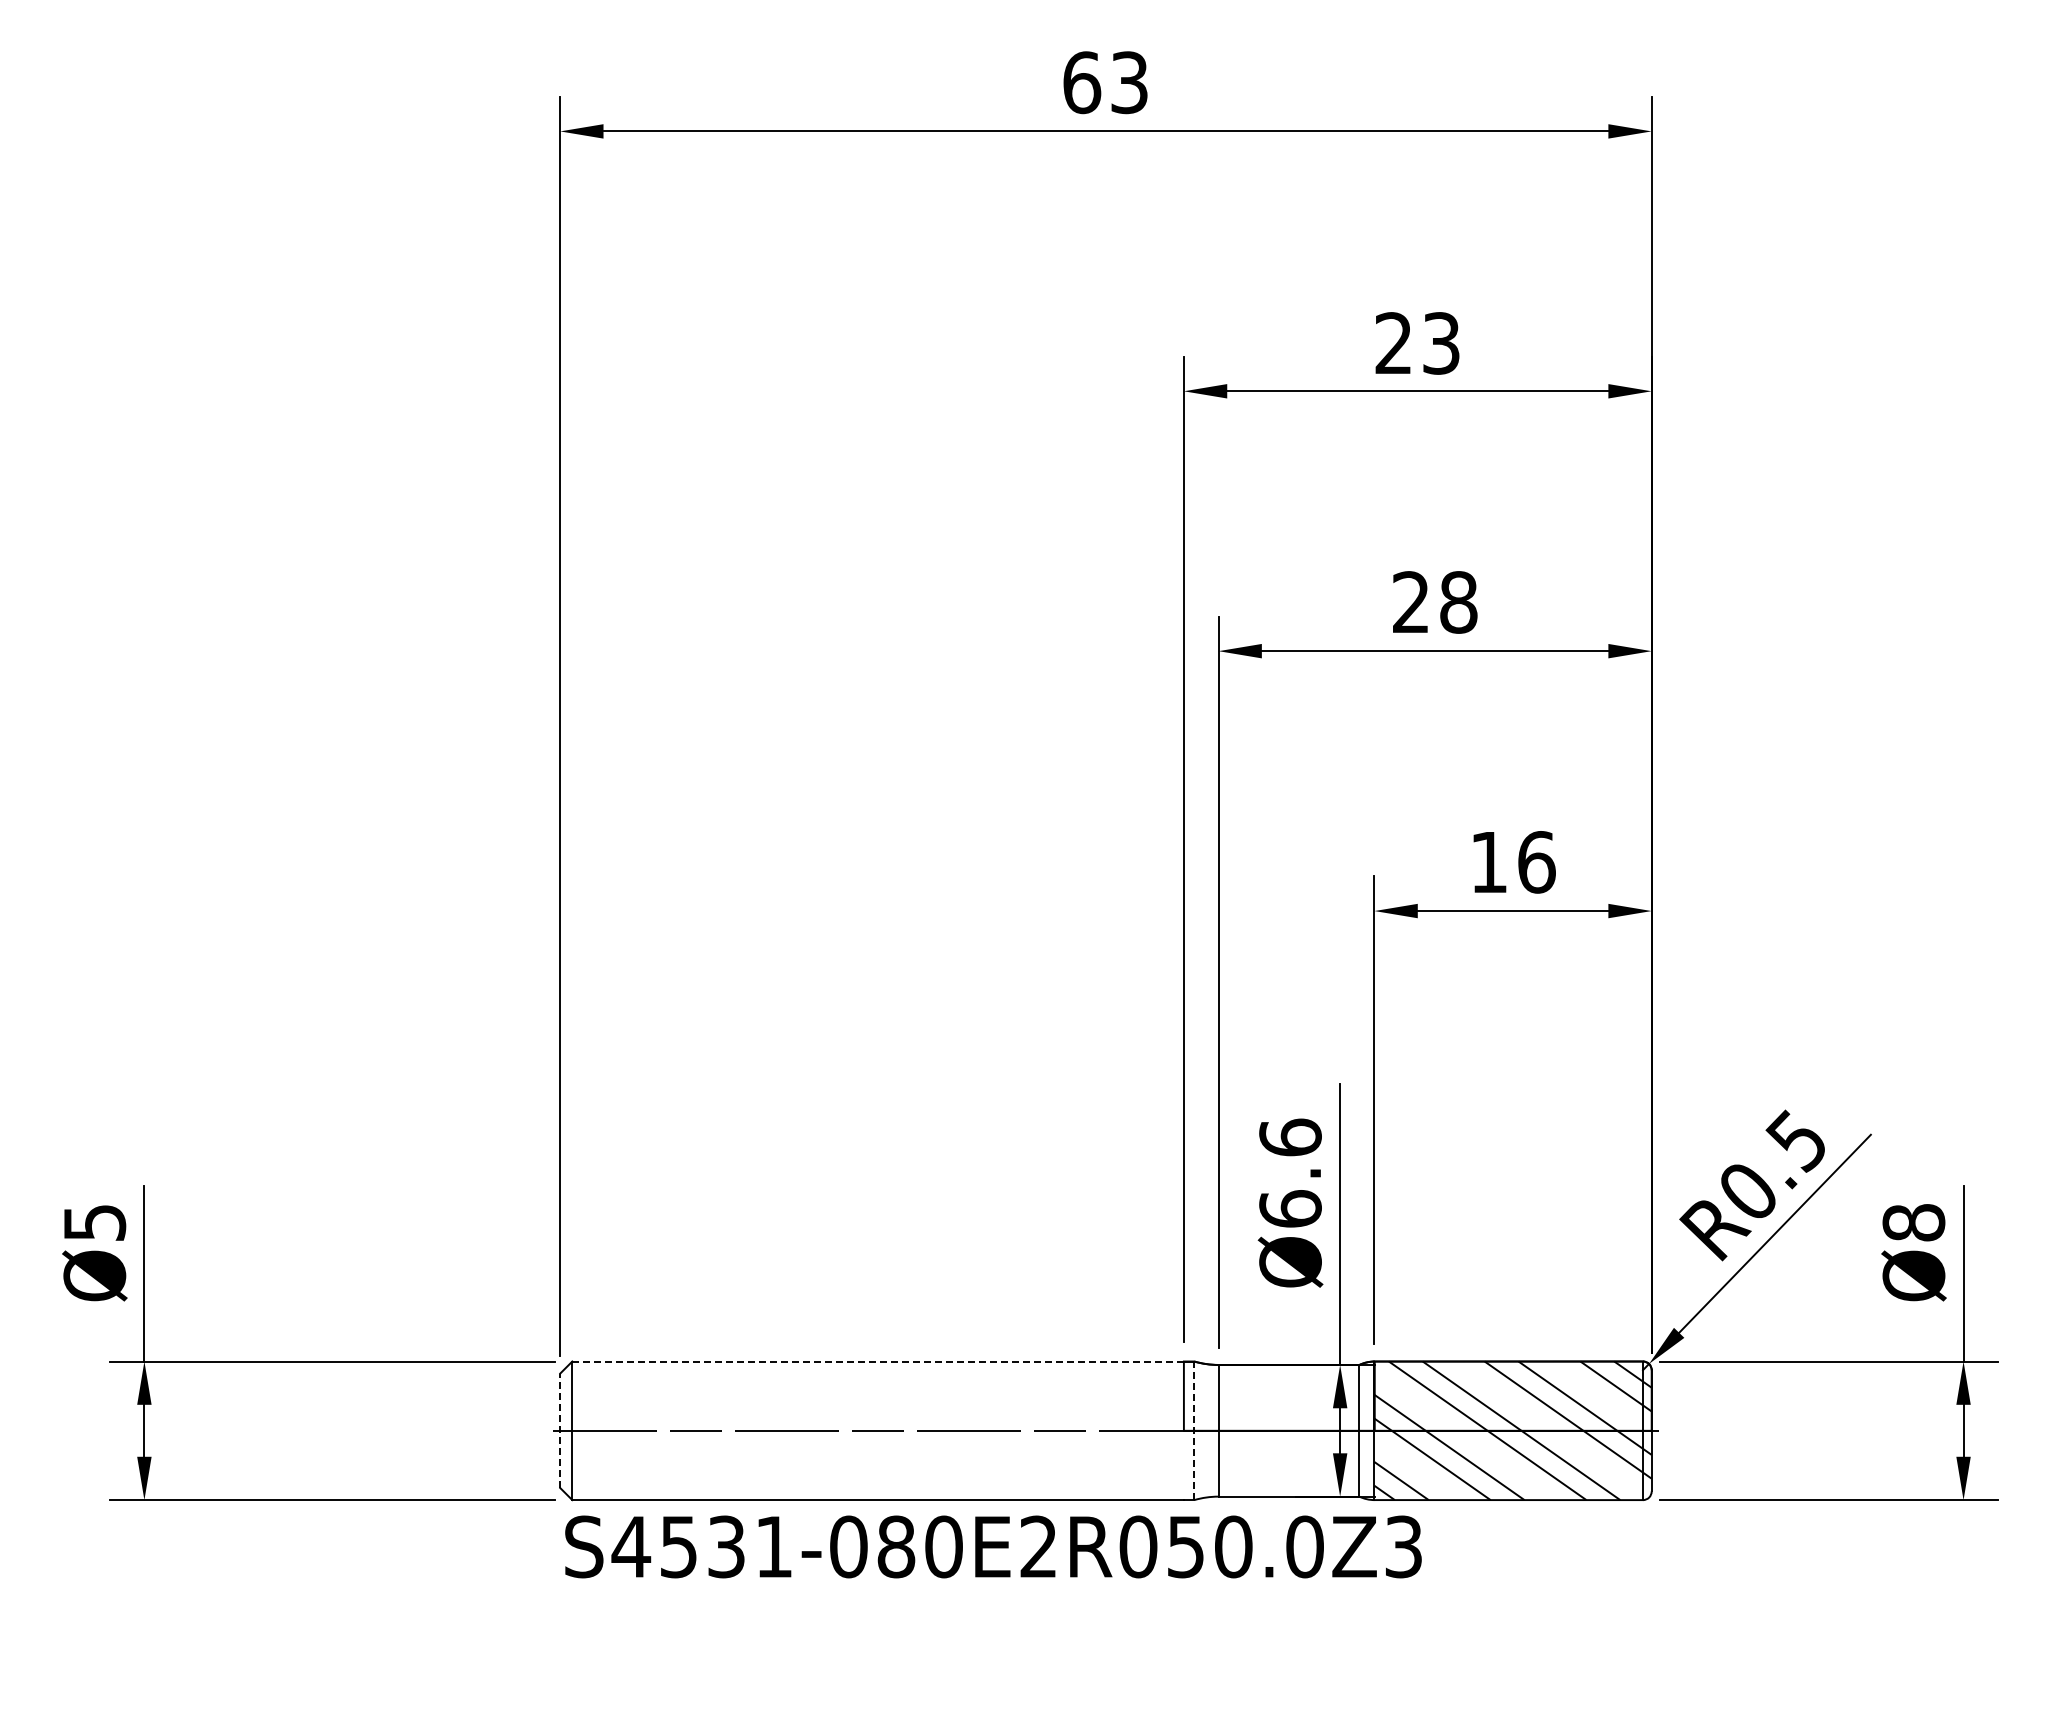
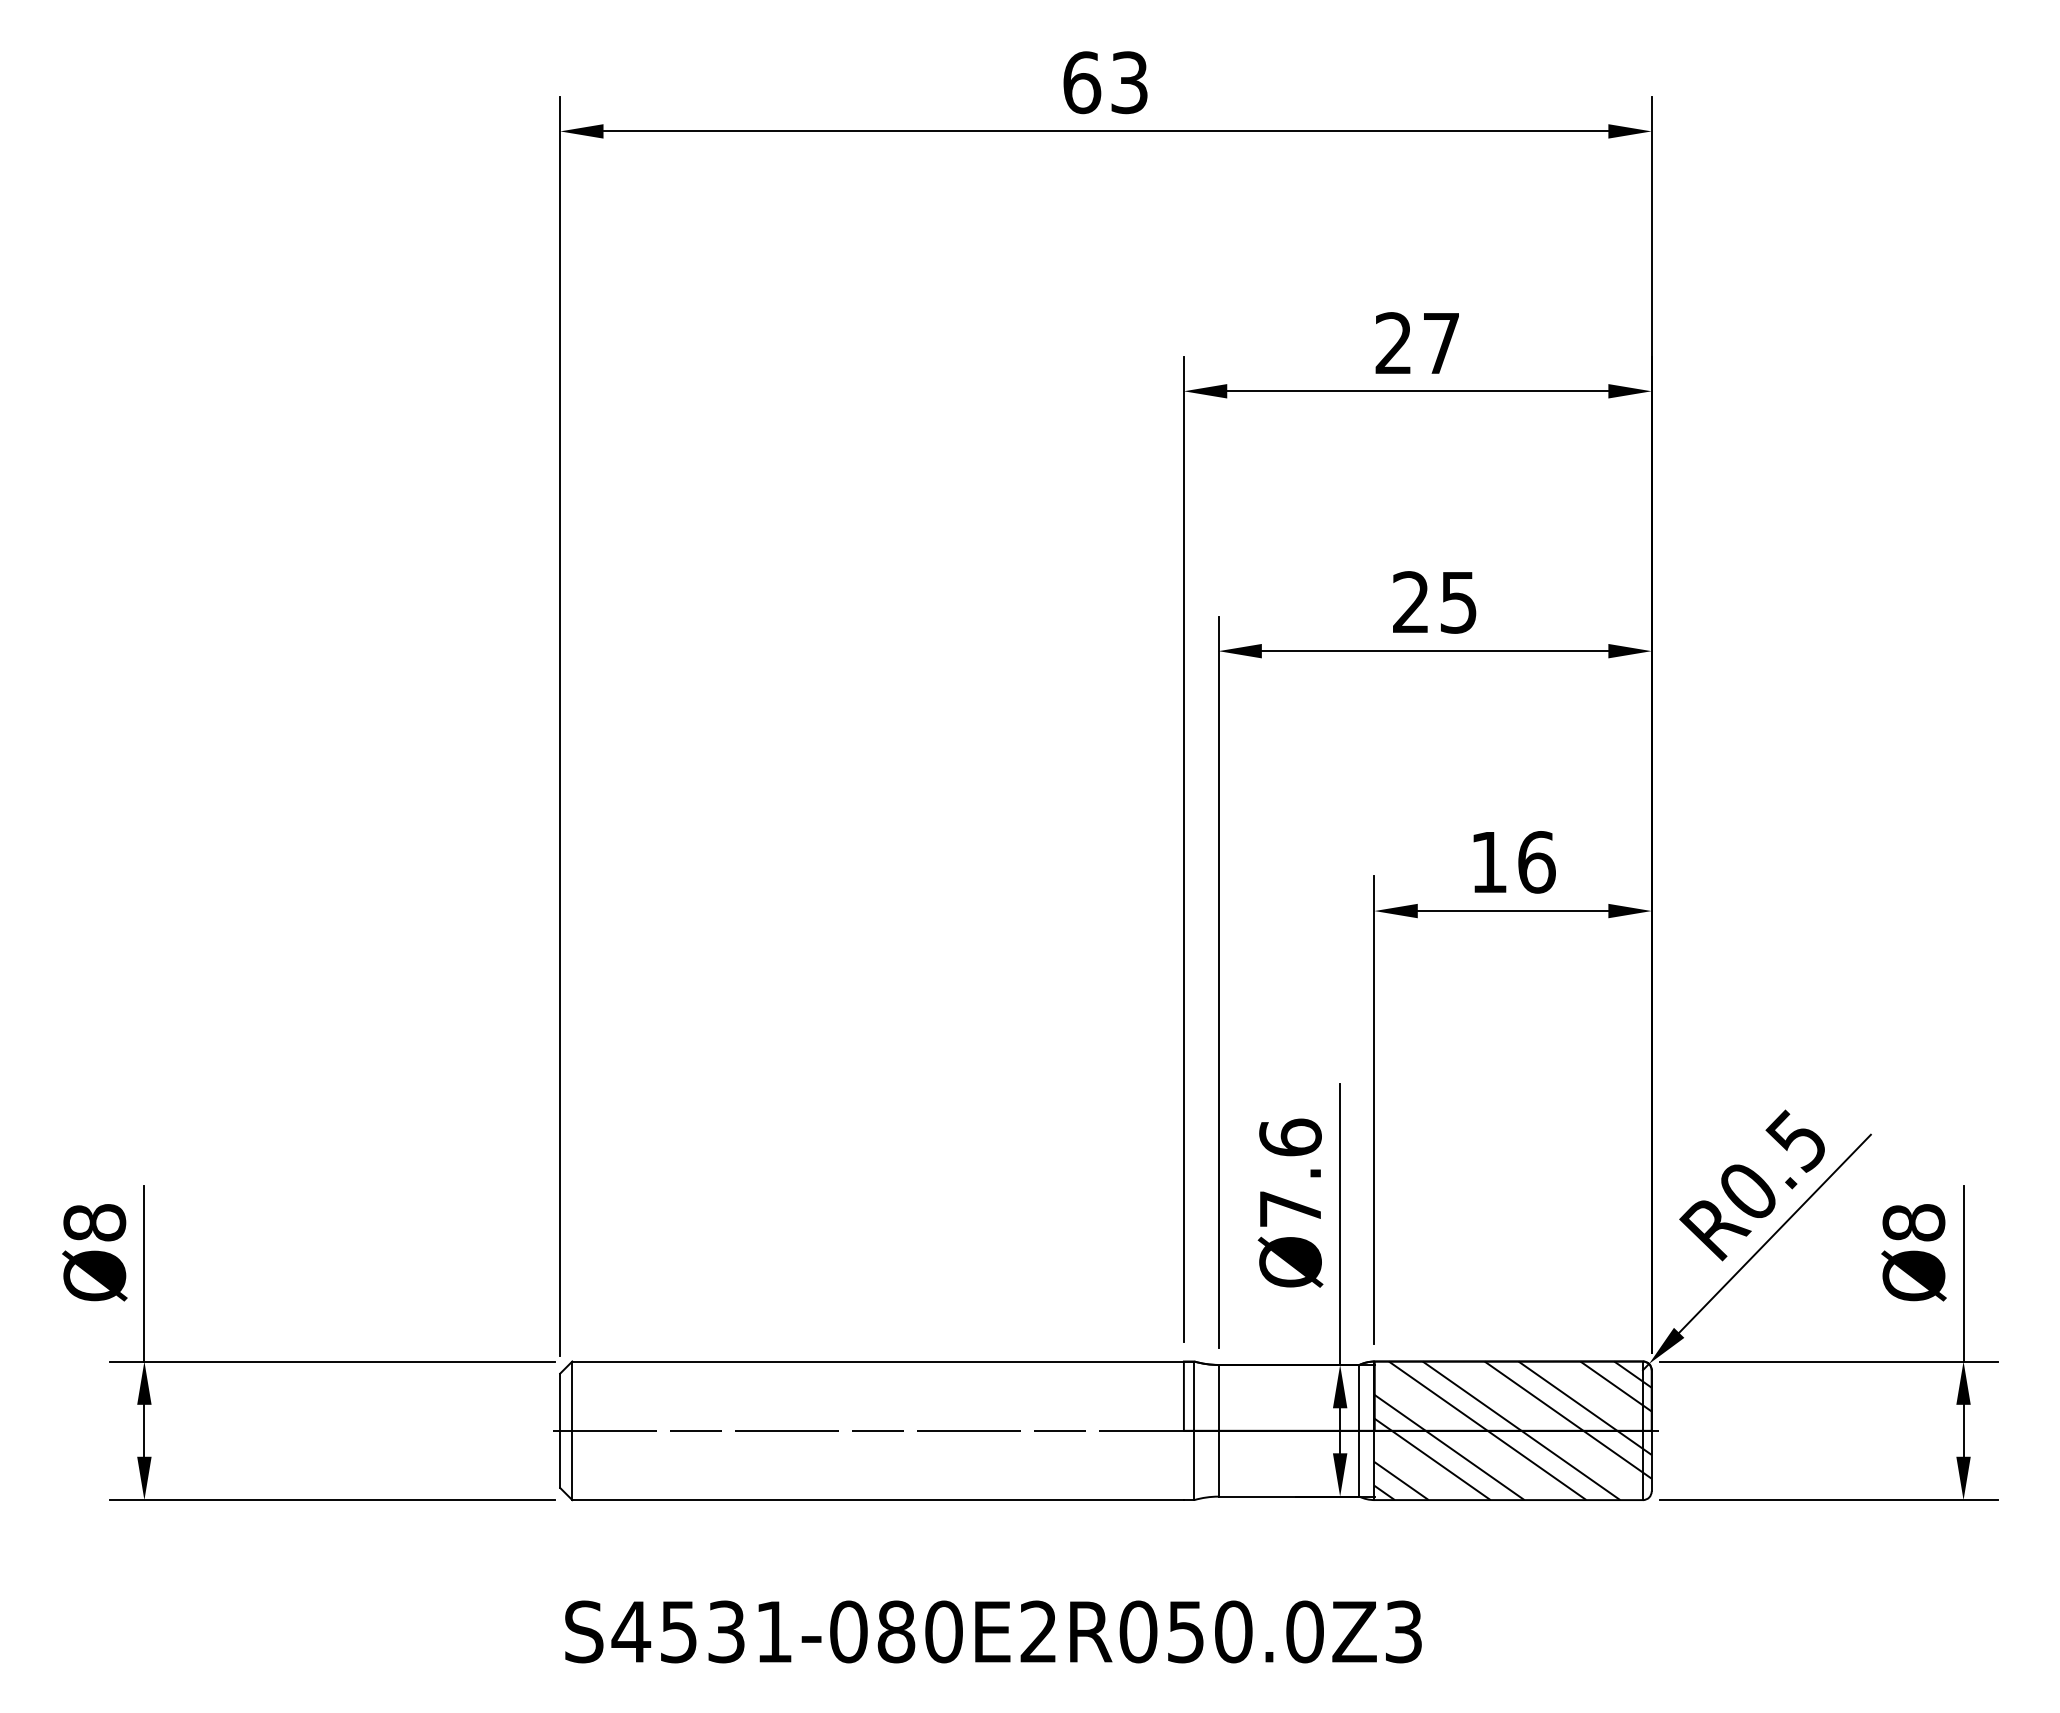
text at (1441, 343): 23 -> 27
text at (1458, 602): 28 -> 25
text at (1290, 1208): Ø6.6 -> Ø7.6
text at (94, 1222): Ø5 -> Ø8
line at (878, 1361): dashed -> solid
line at (560, 1430): dashed -> solid
line at (1194, 1430): dashed -> solid
text at (993, 1546) position: (993, 1546) -> (993, 1631)
